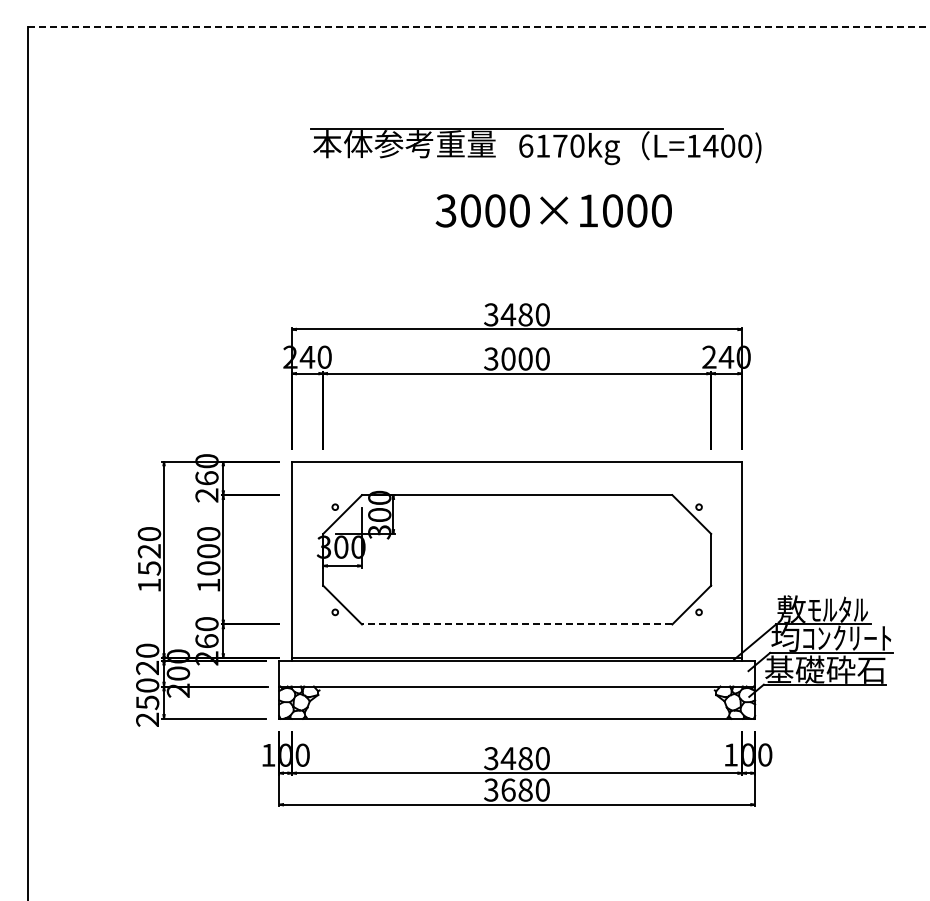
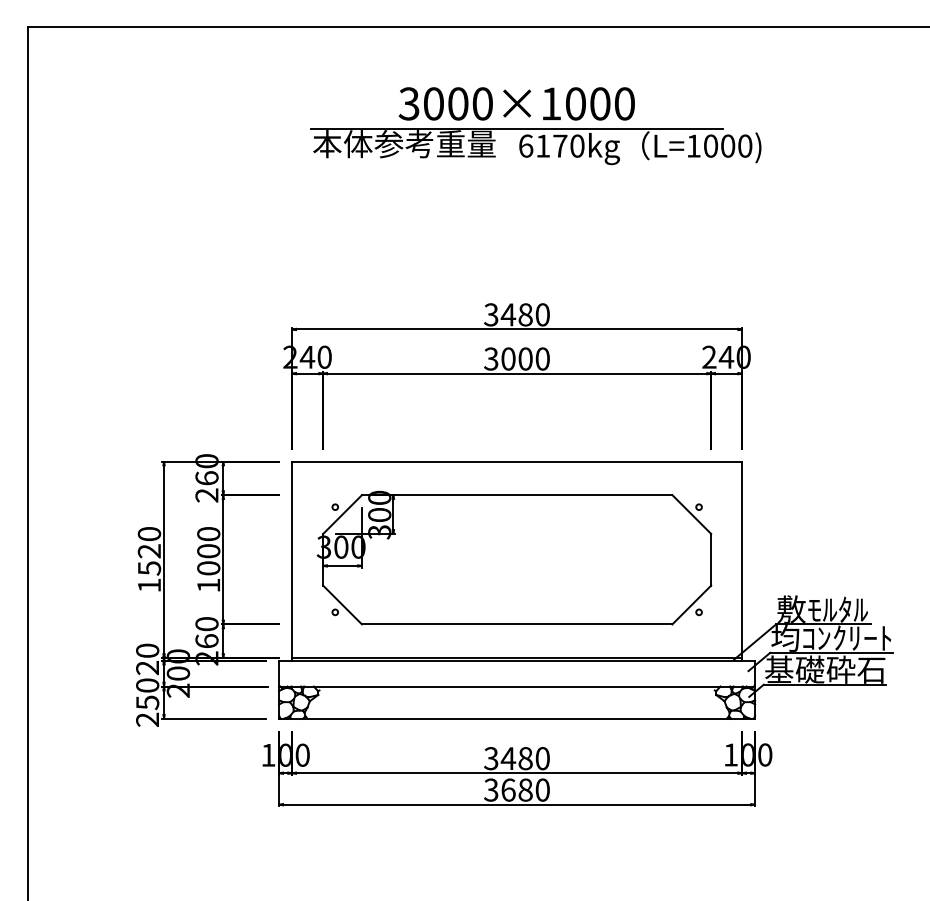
line at (478, 26): dashed -> solid
text at (710, 145): L=1400) -> L=1000)
text at (553, 210) position: (553, 210) -> (516, 103)
line at (516, 624): dashed -> solid
